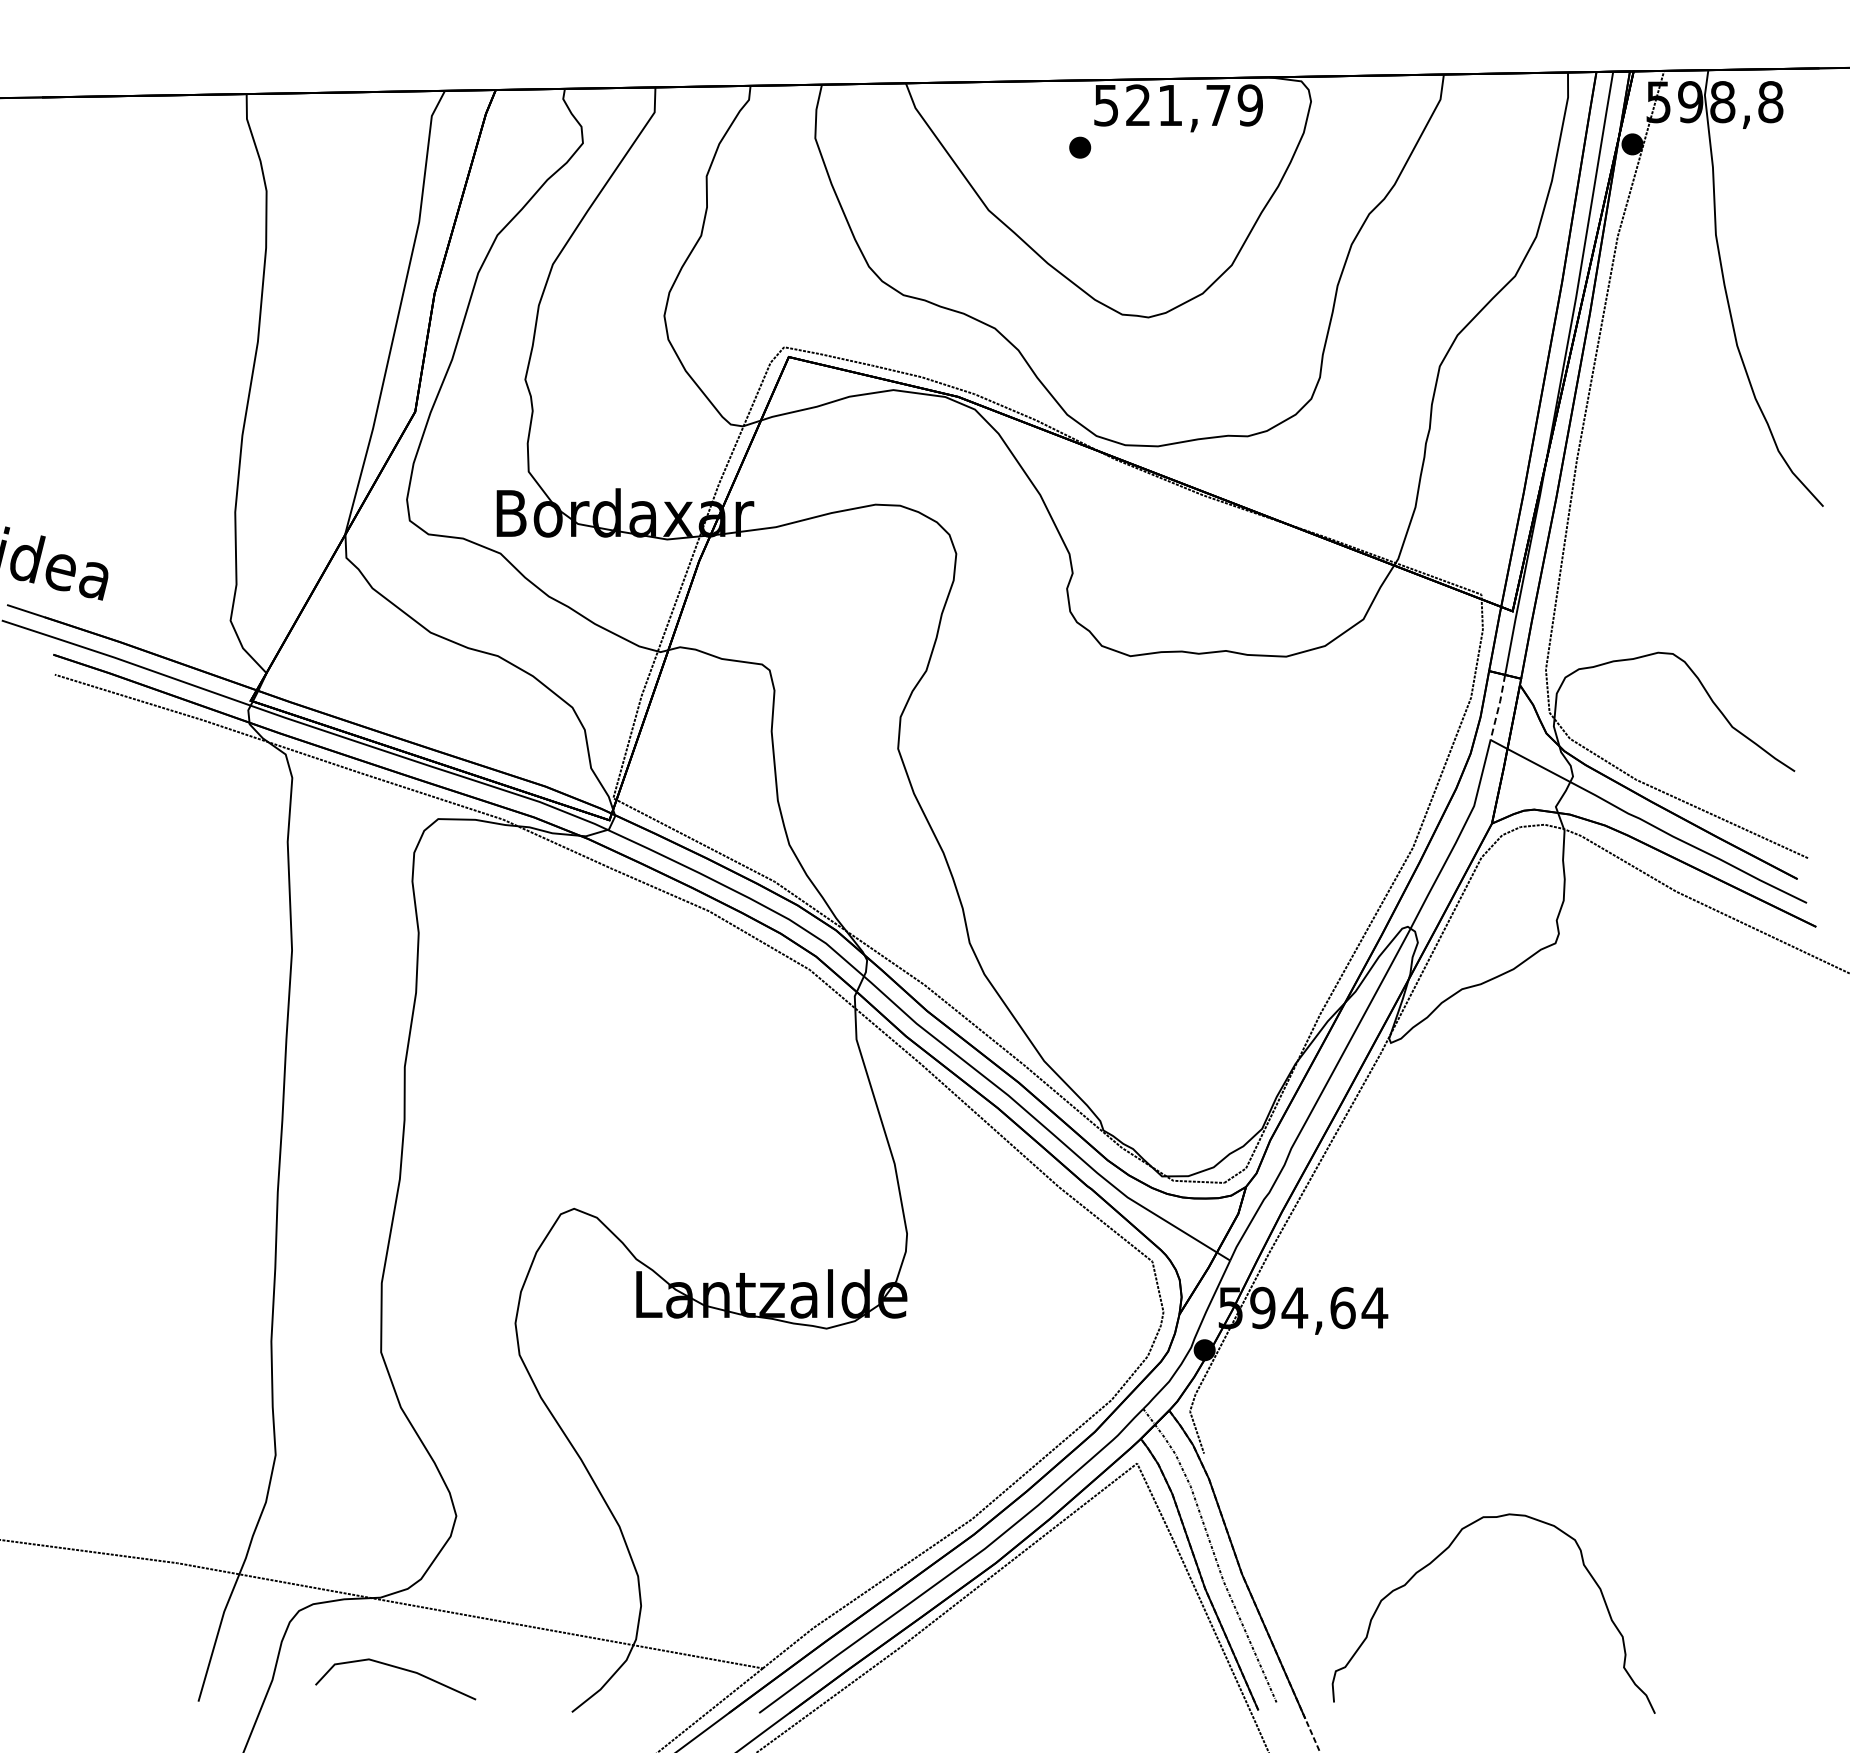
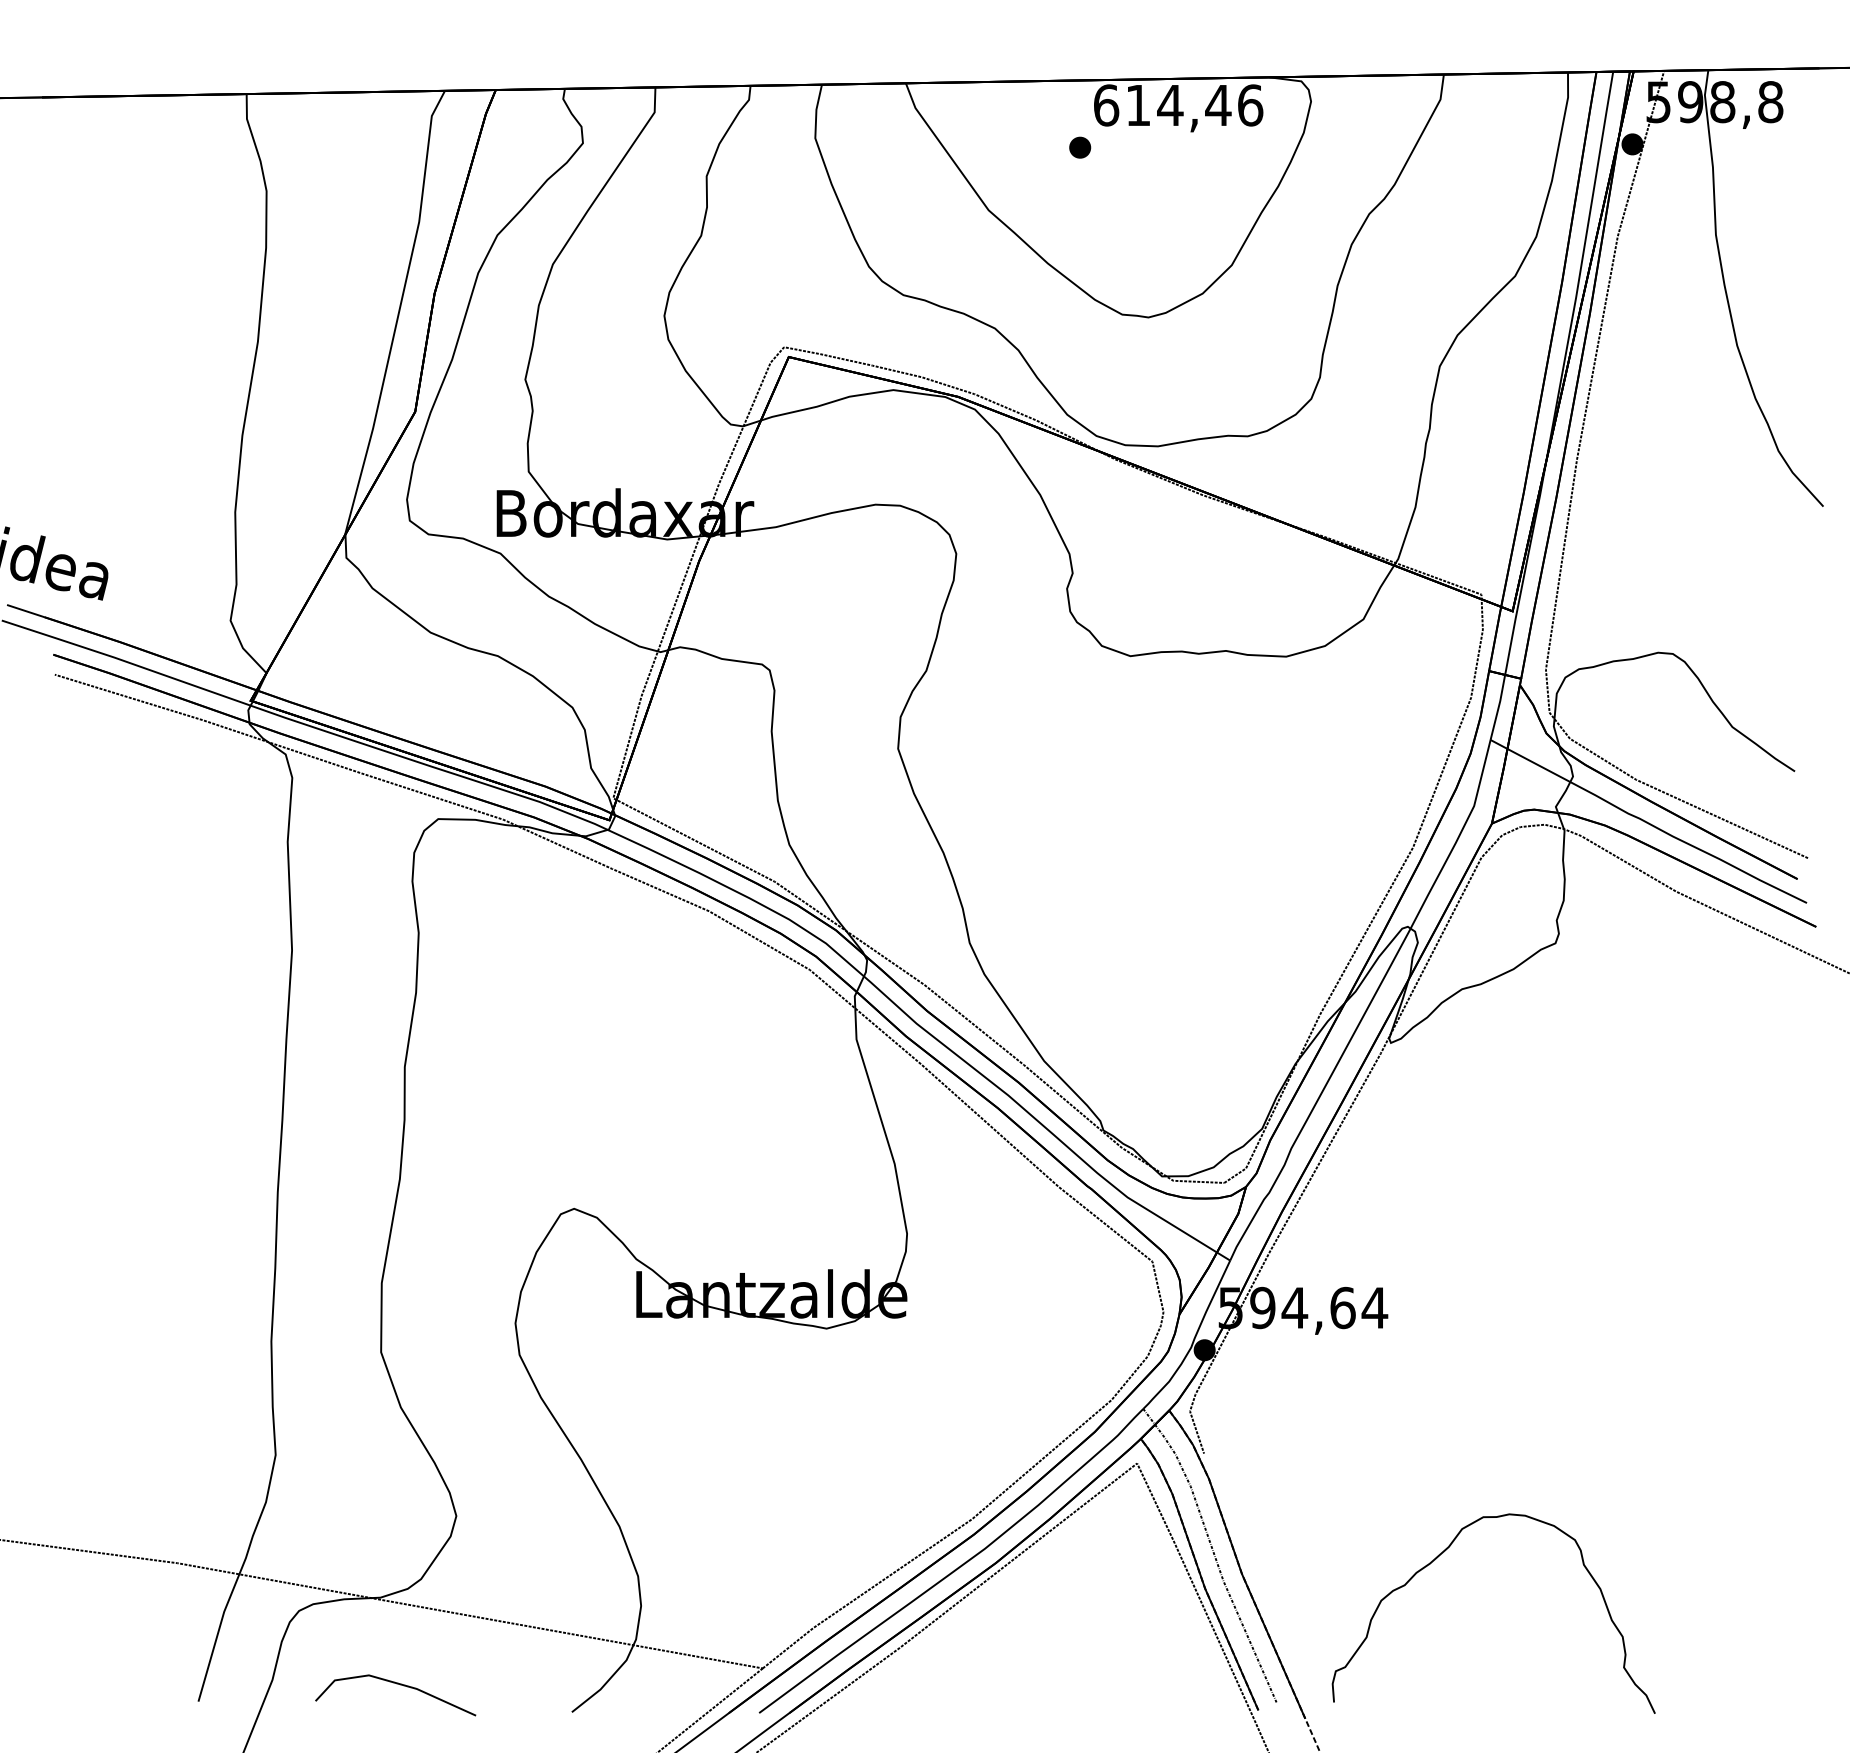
text at (1178, 105): 521,79 -> 614,46
line at (1498, 706): dashed -> solid
line at (396, 1668) position: (396, 1668) -> (396, 1684)
